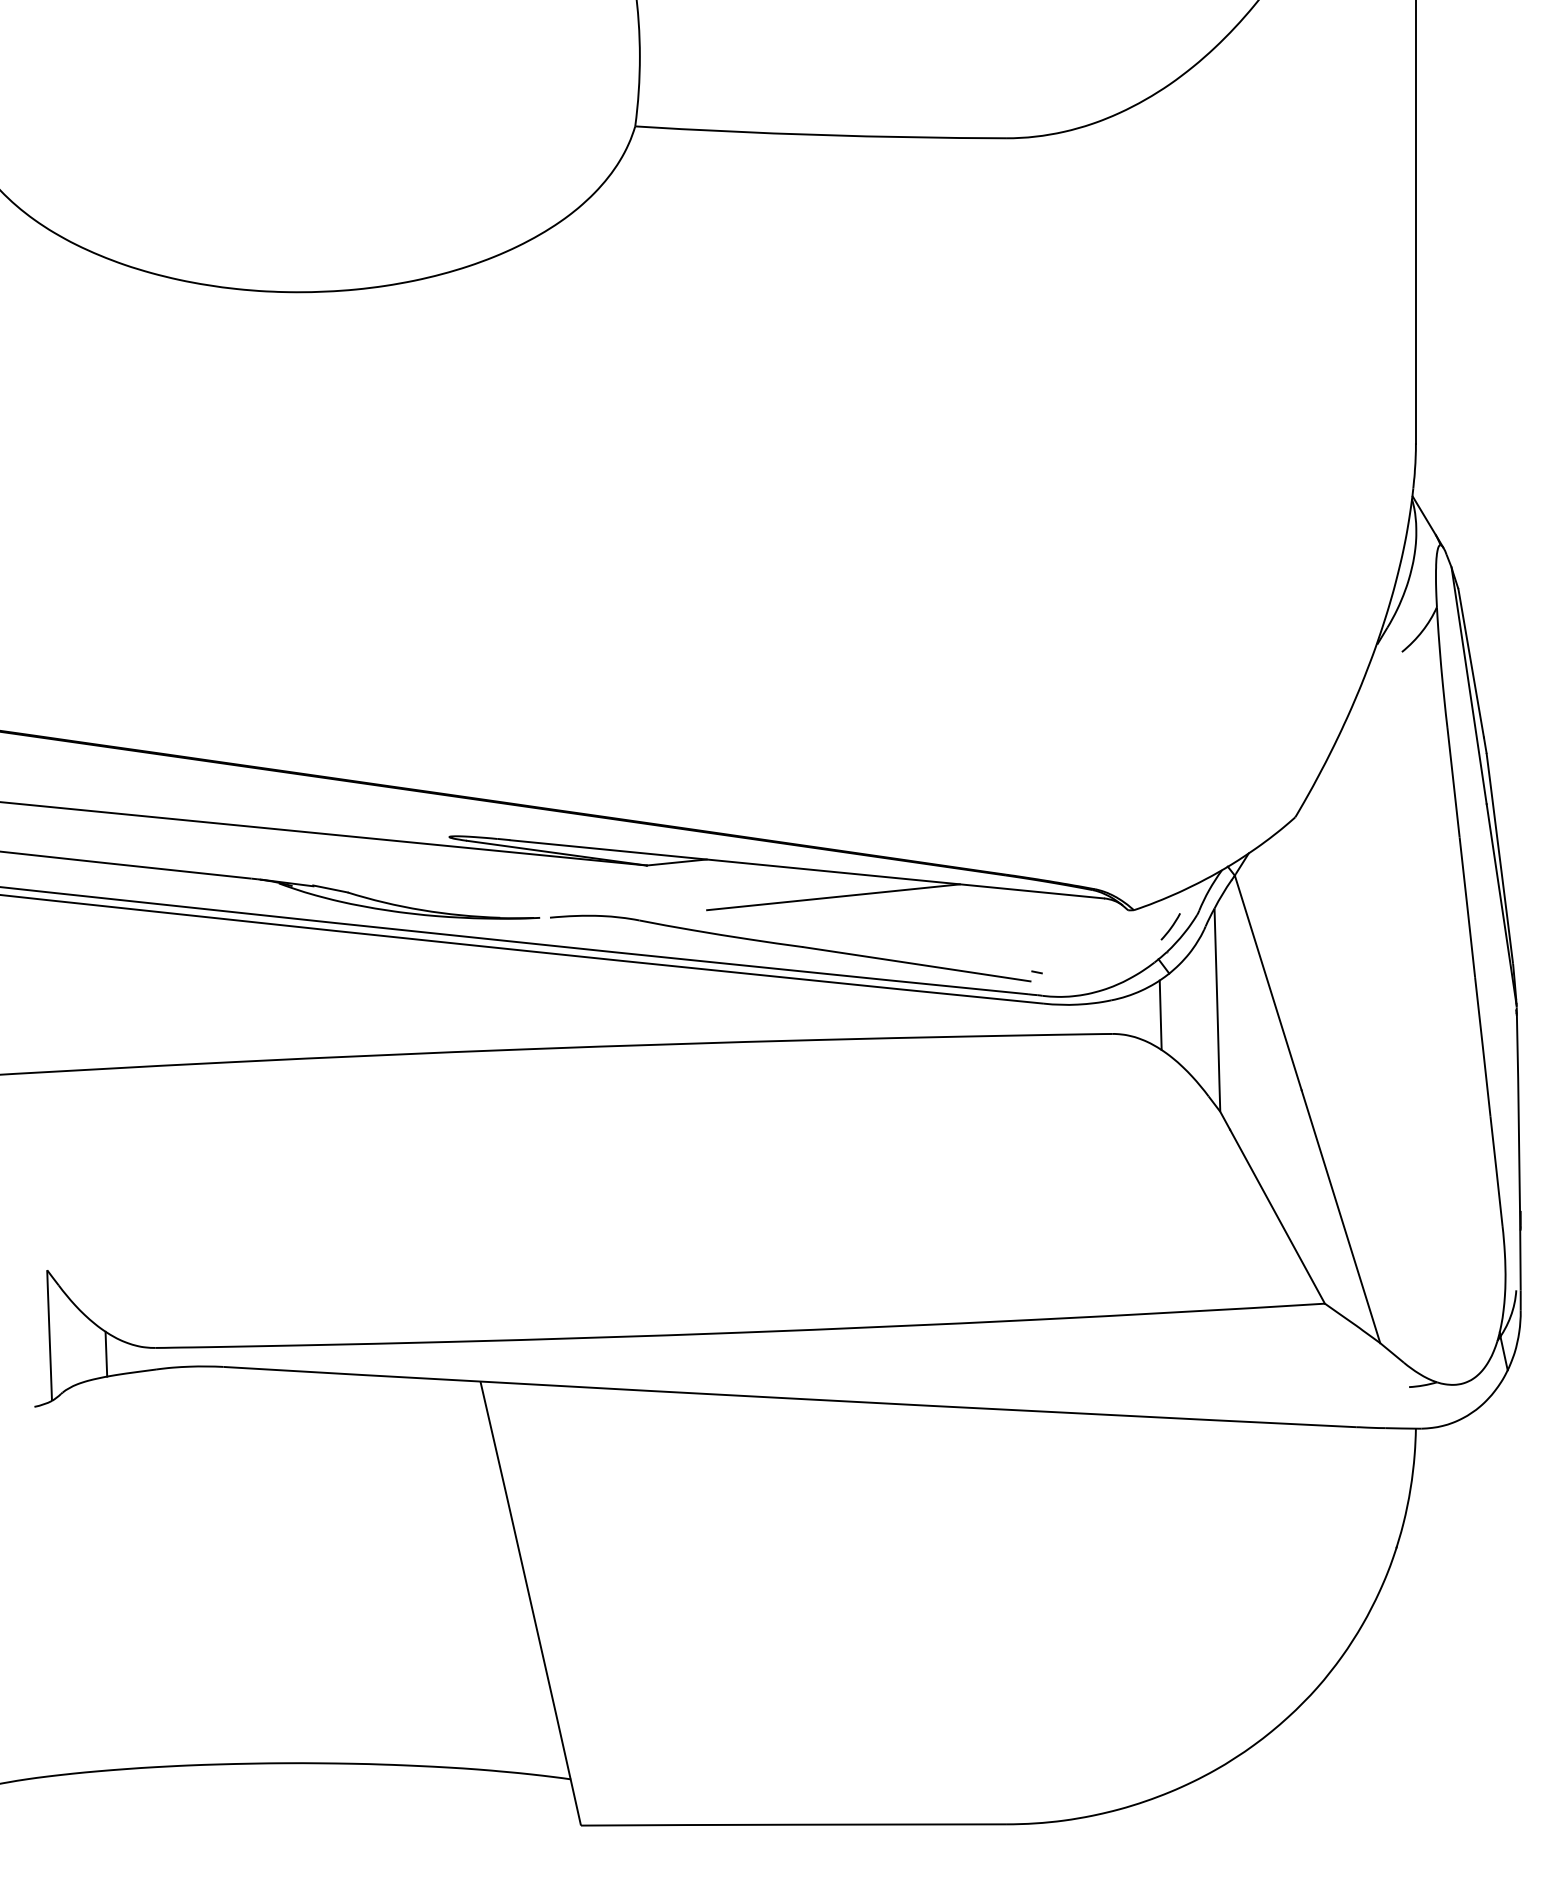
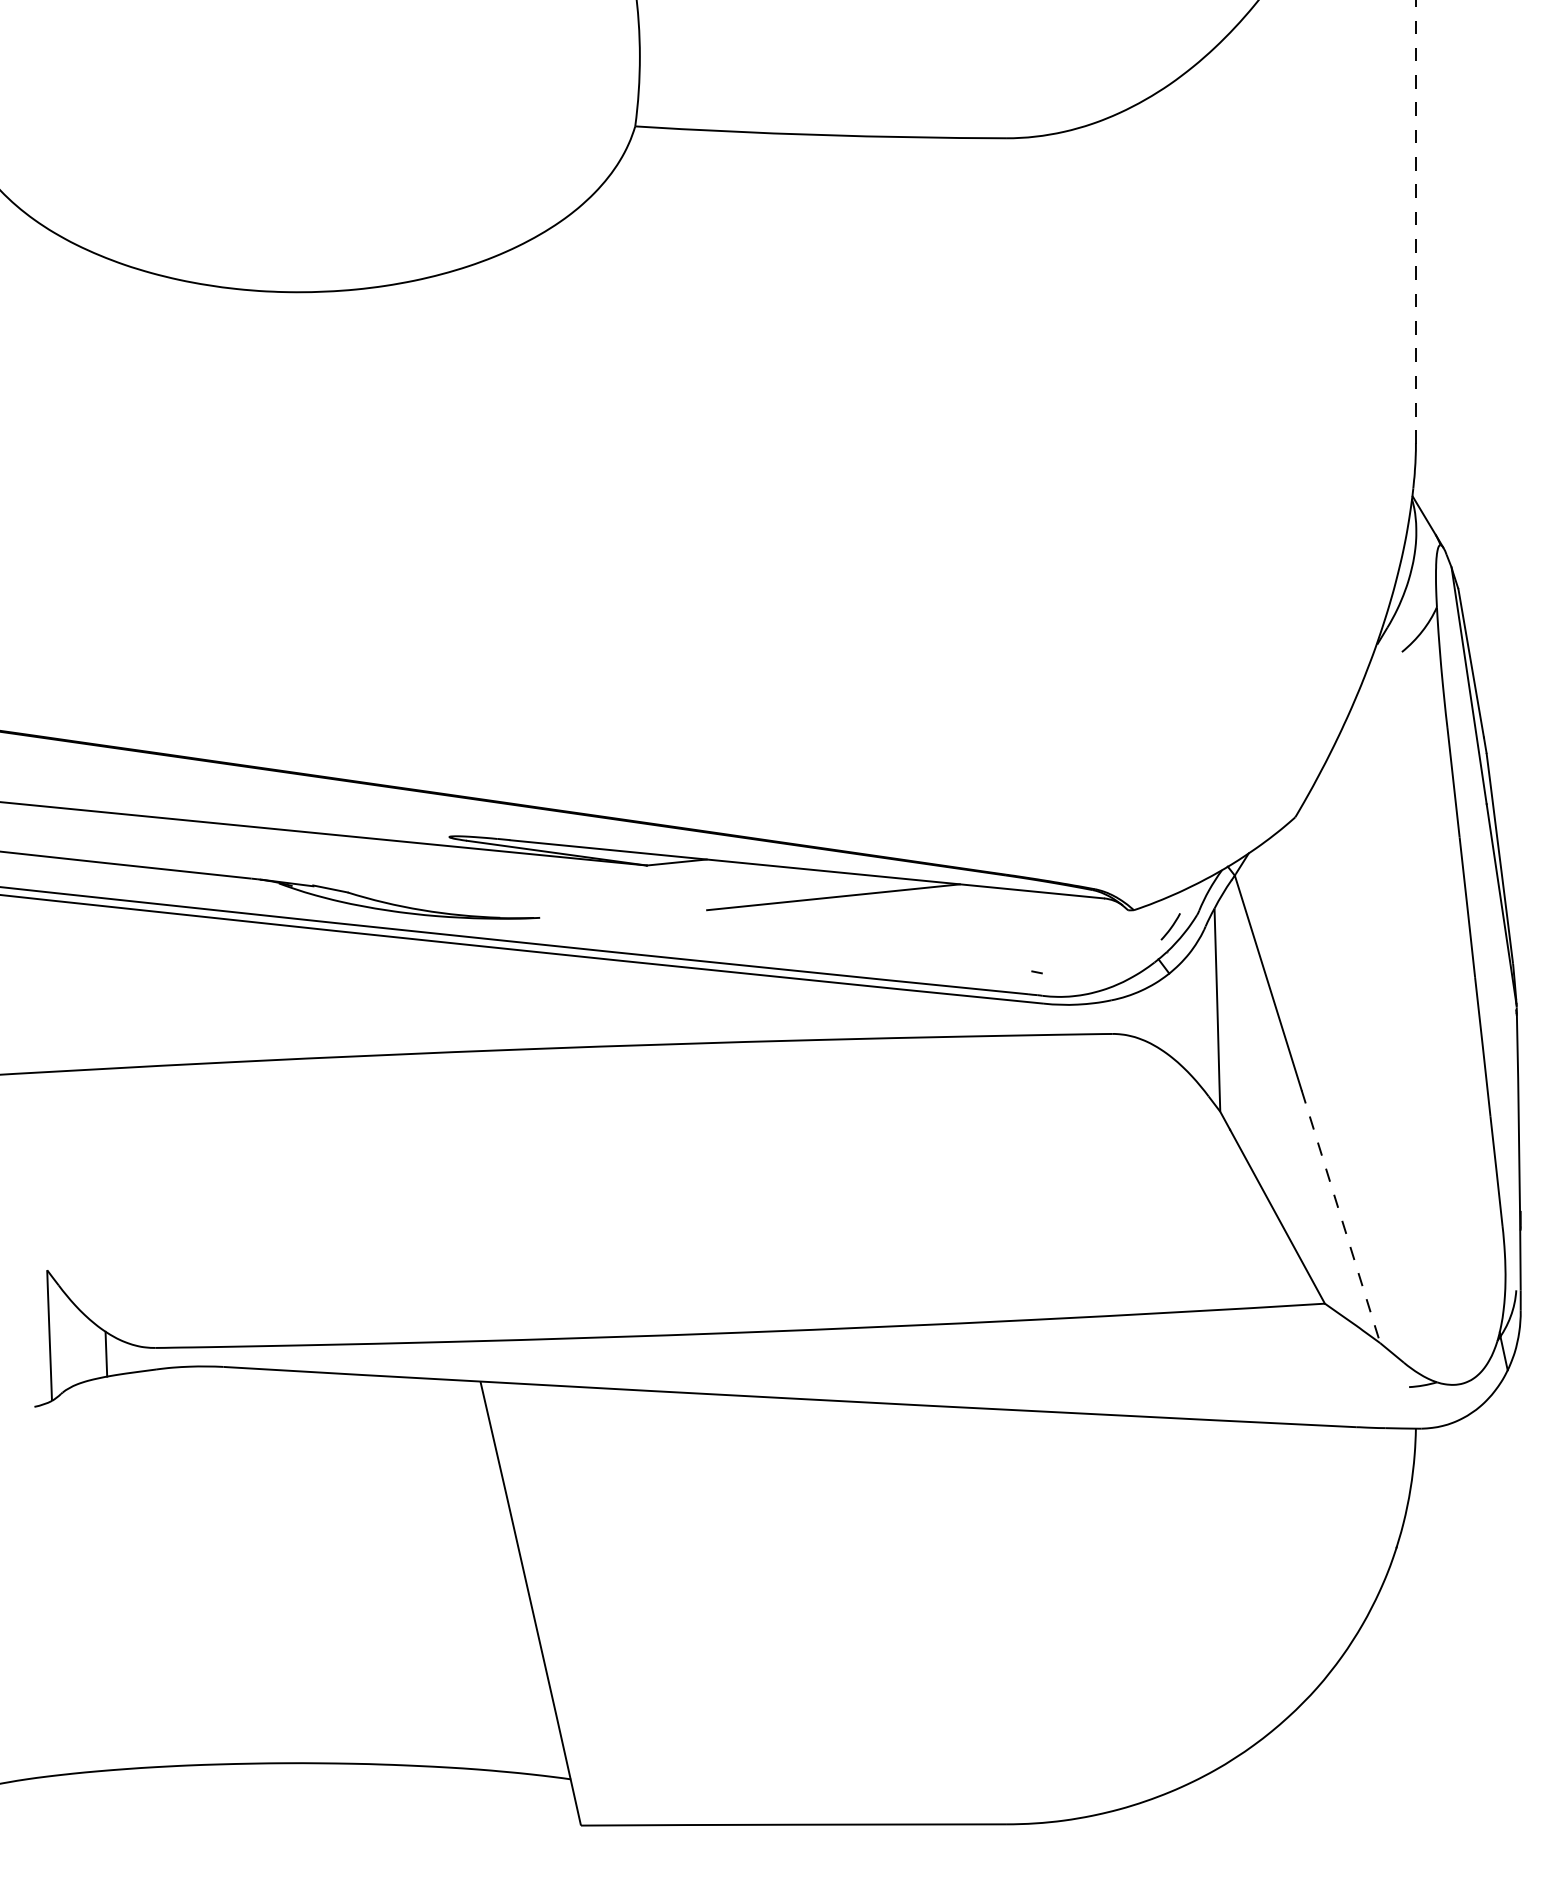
line at (1415, 222): solid -> dashed
part at (790, 948): present -> none
line at (1160, 1014): present -> none
line at (1341, 1217): solid -> dashed
